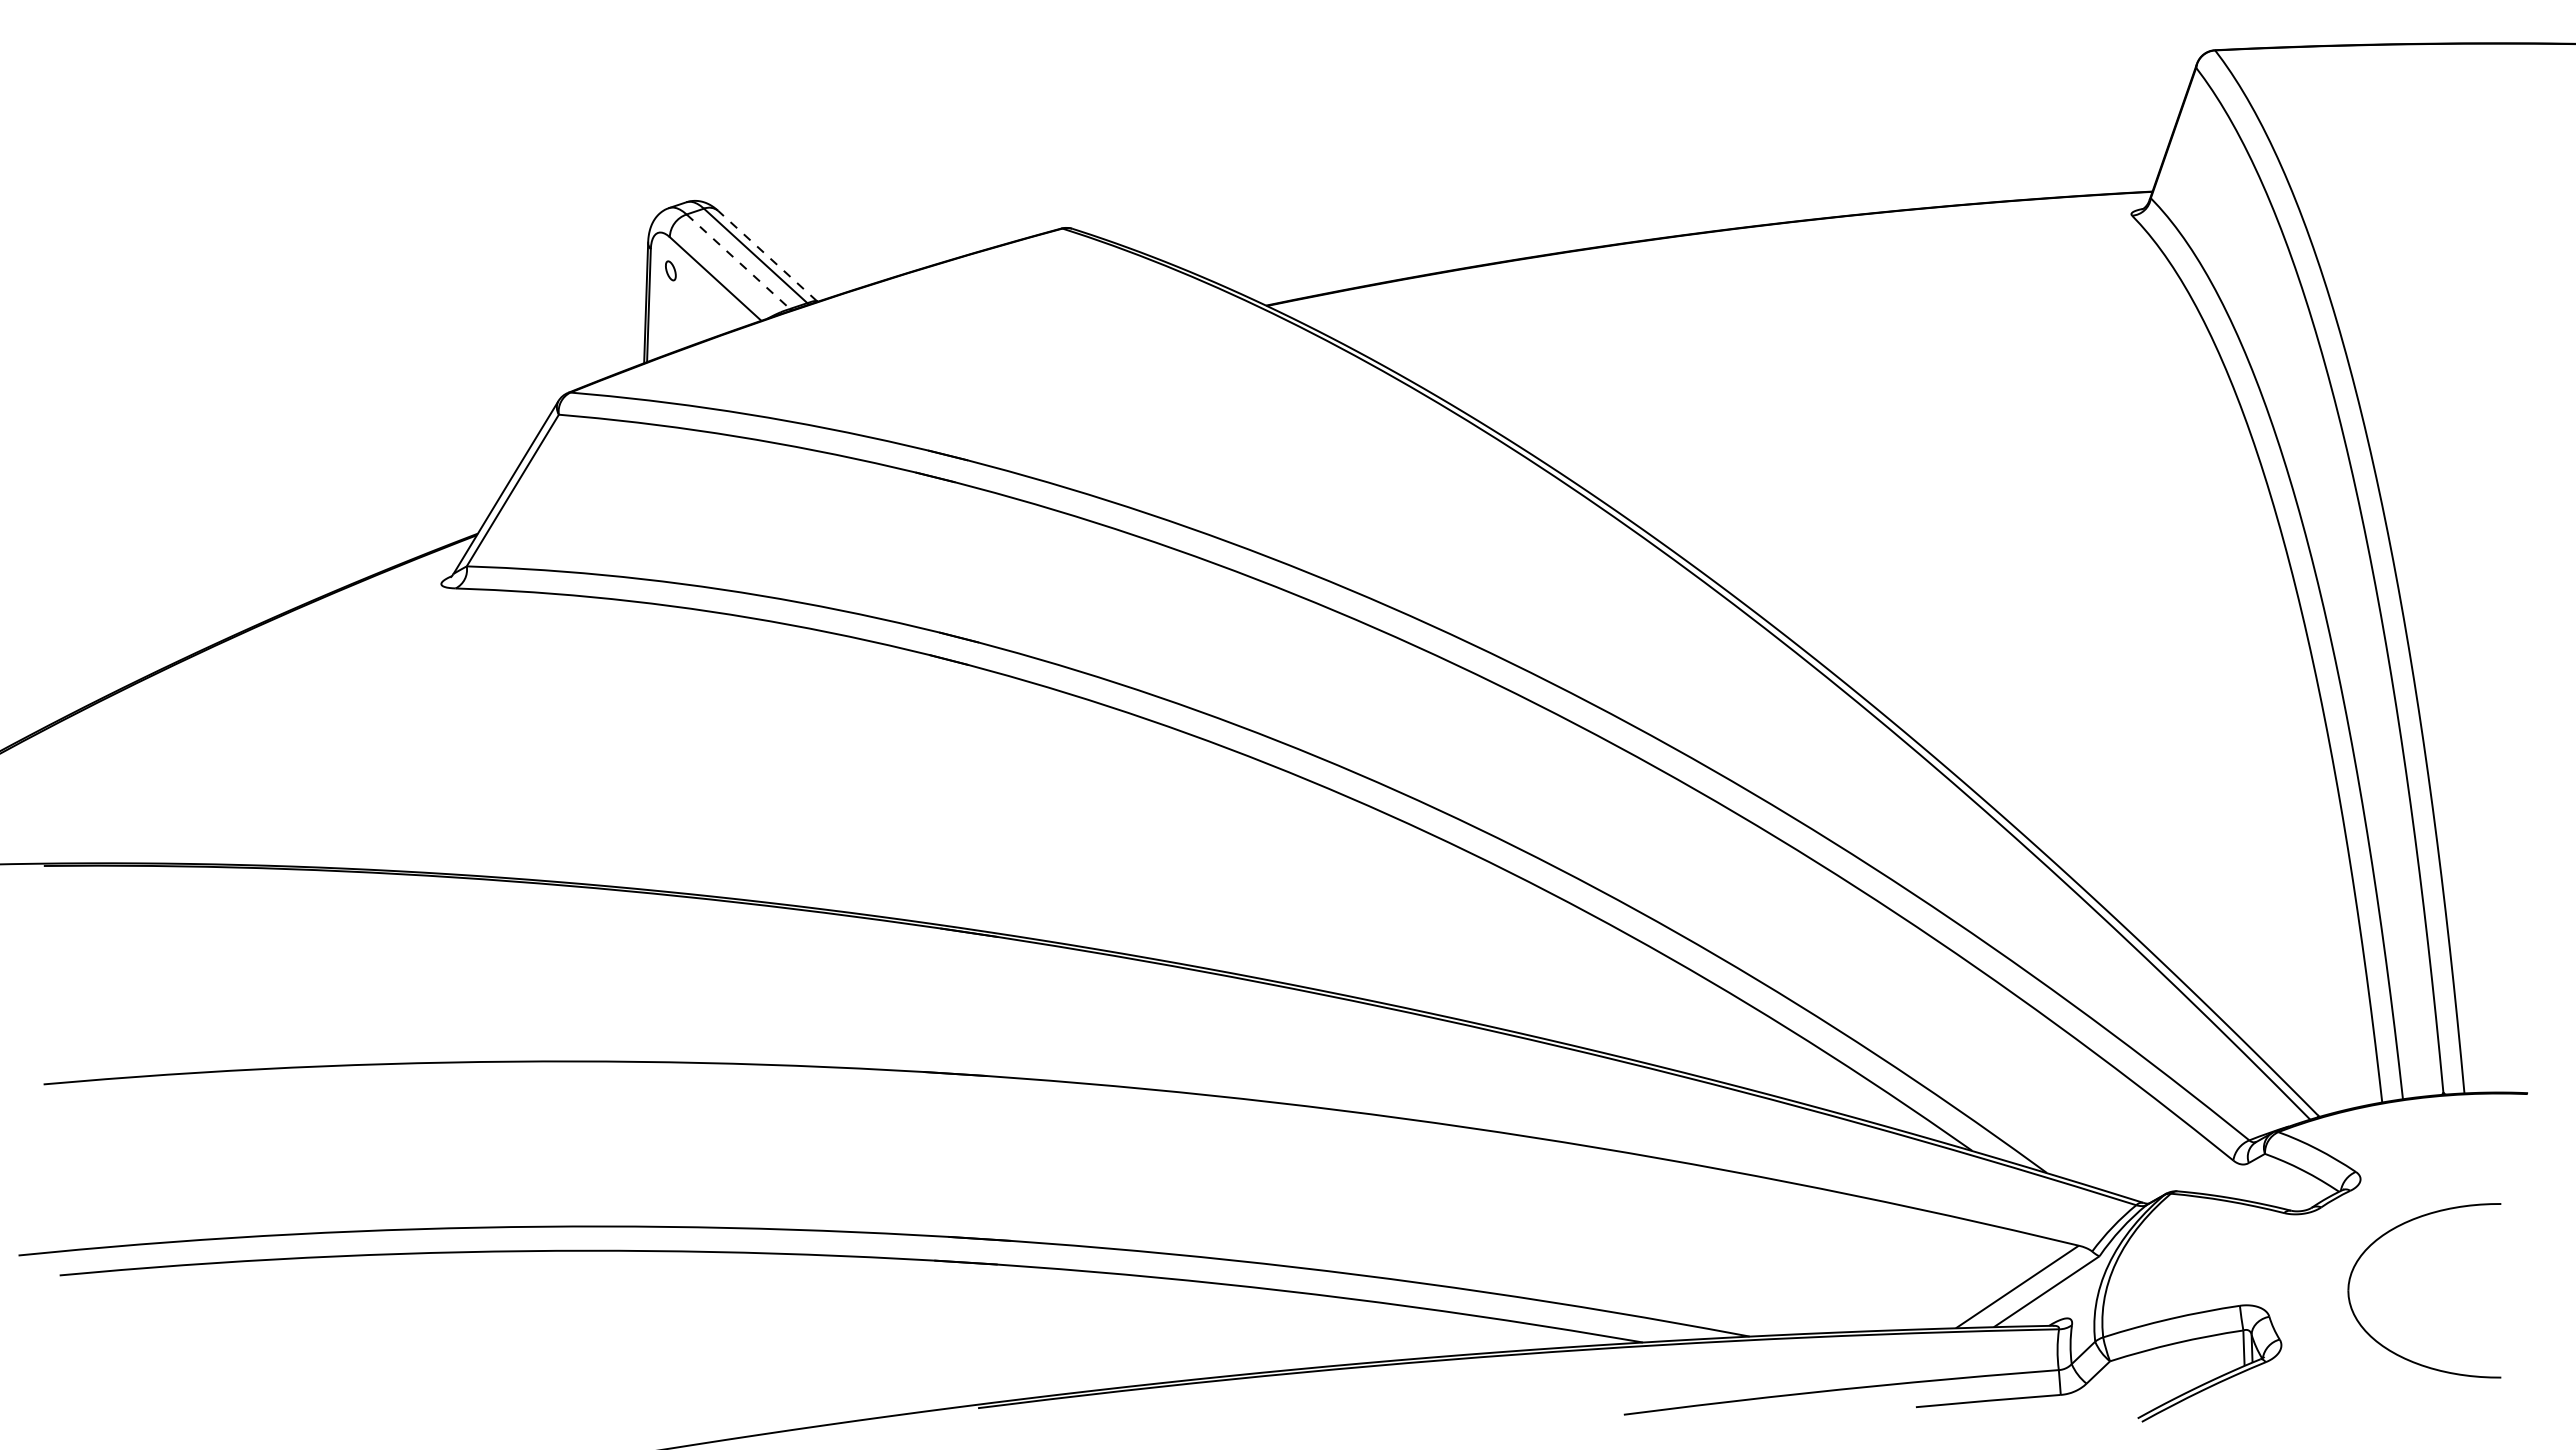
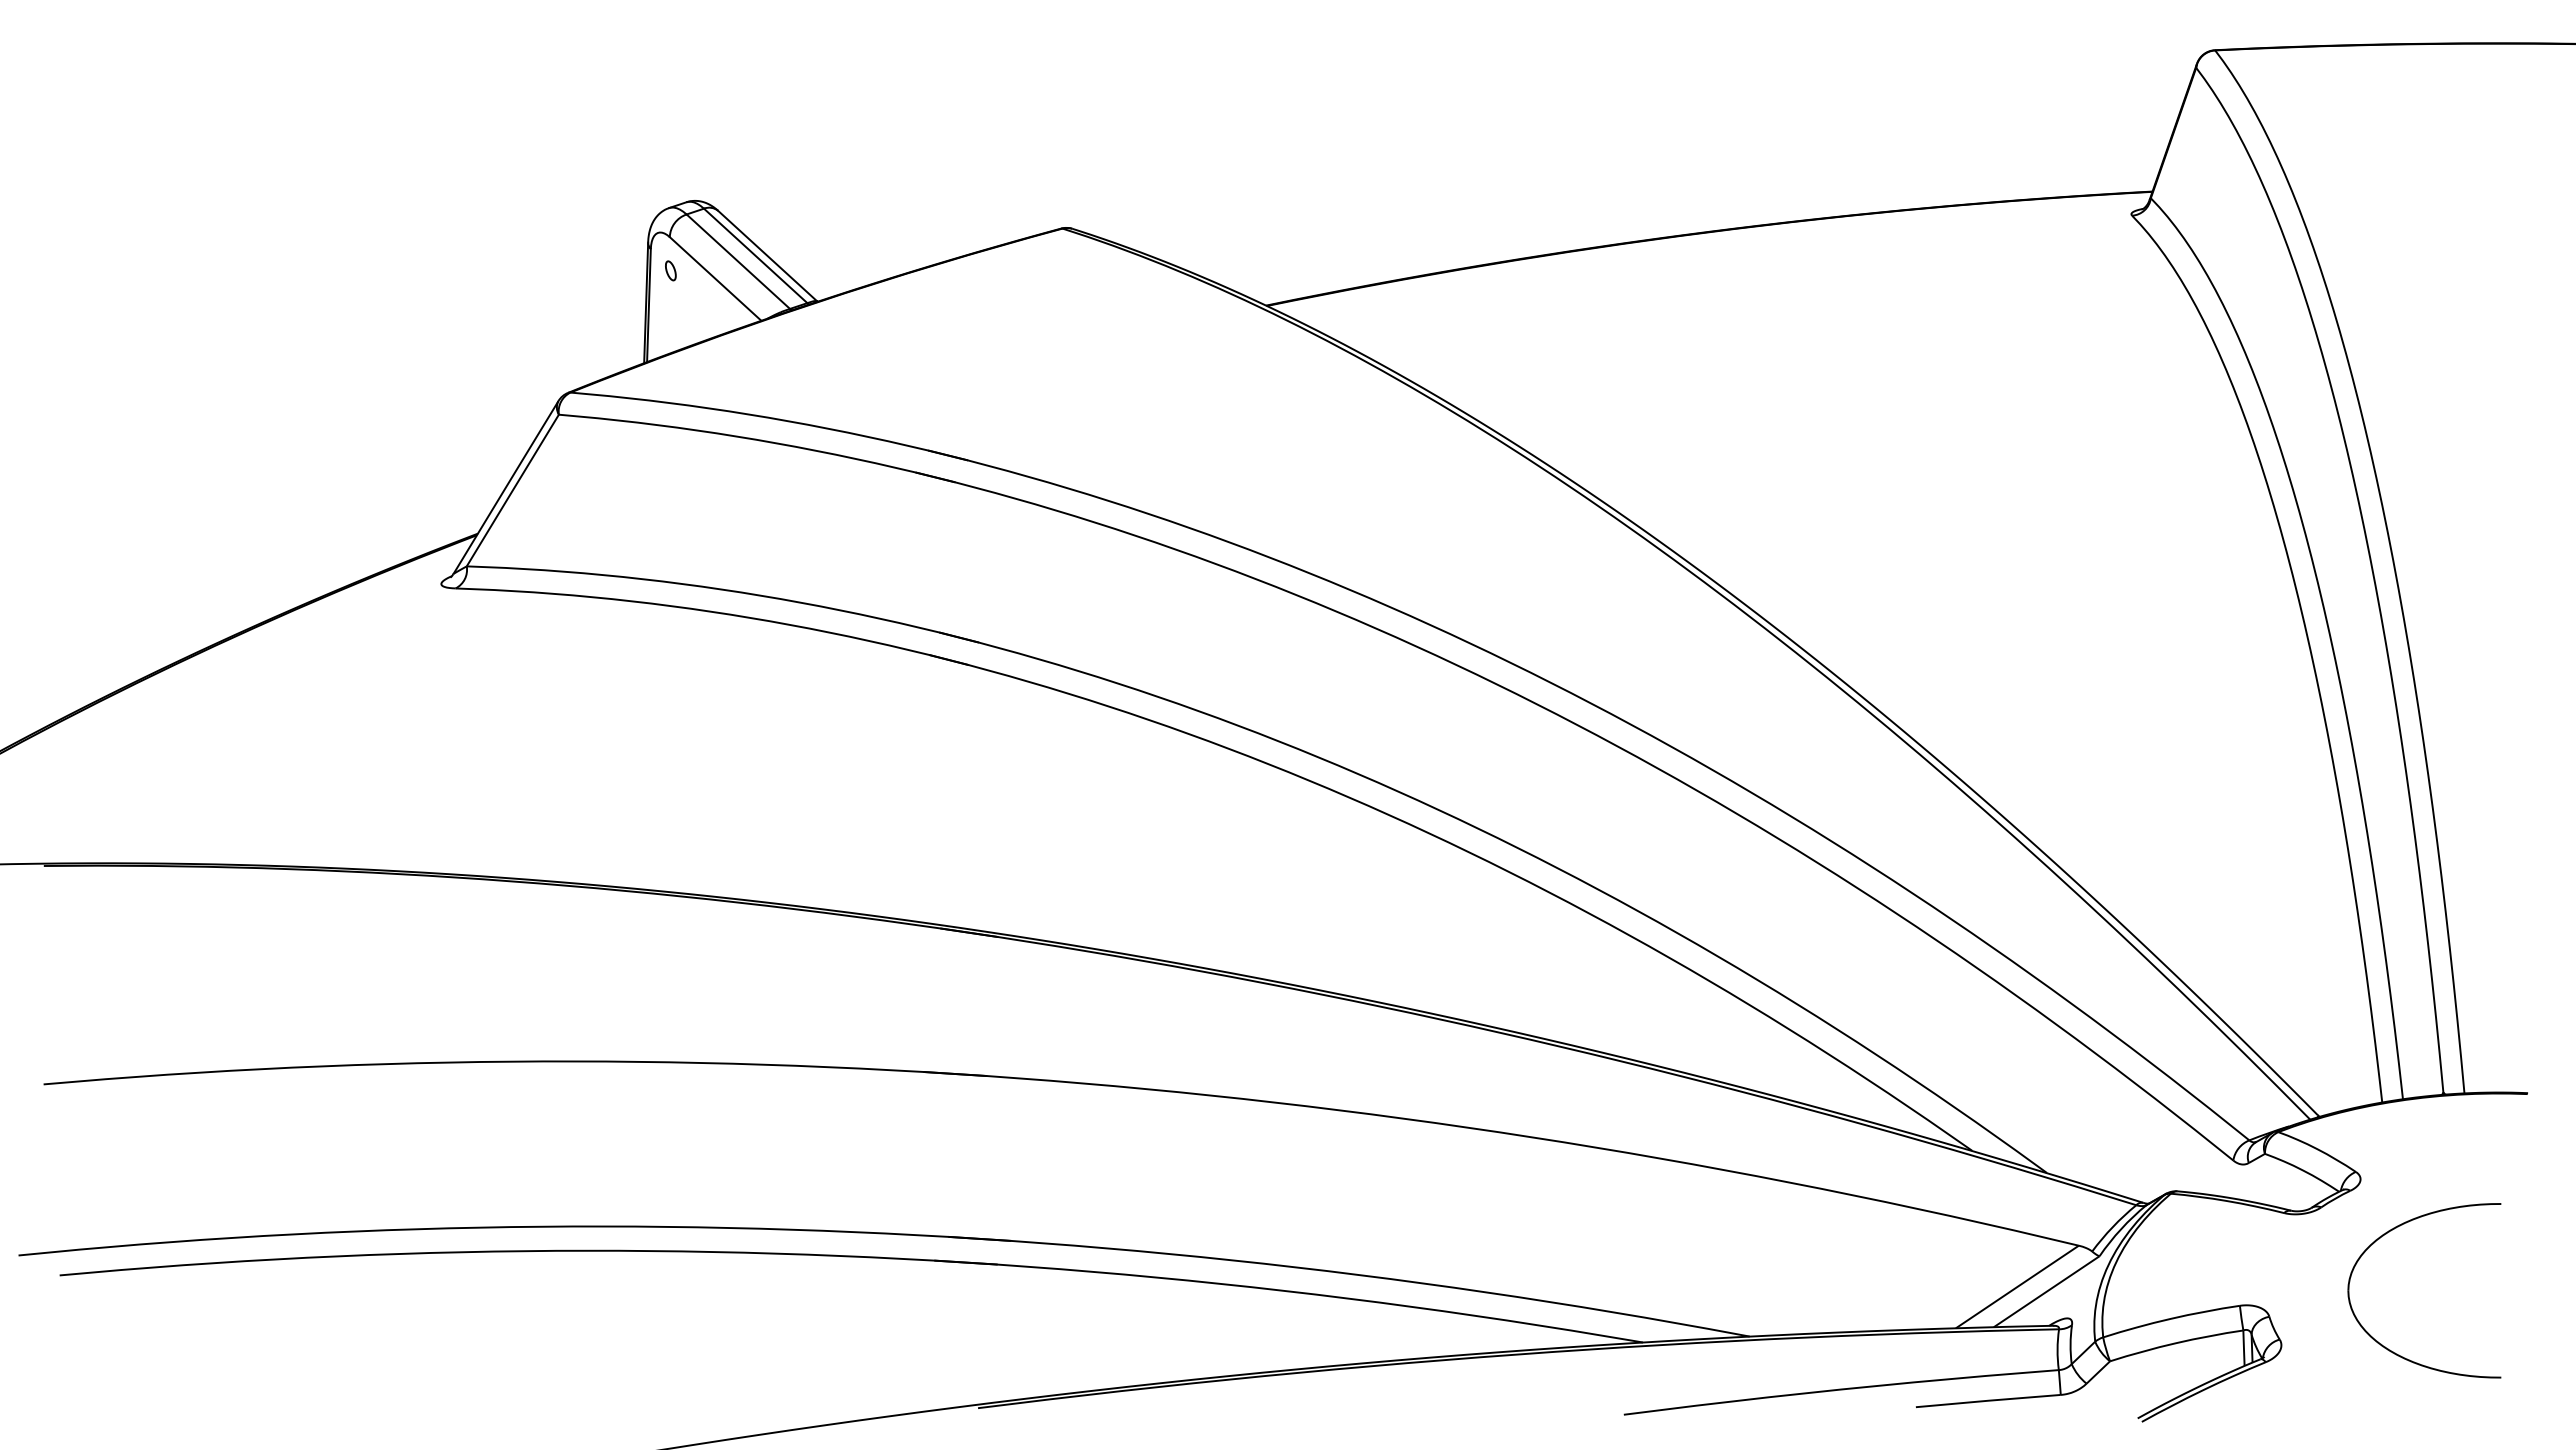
line at (767, 255): dashed -> solid
line at (738, 262): dashed -> solid
